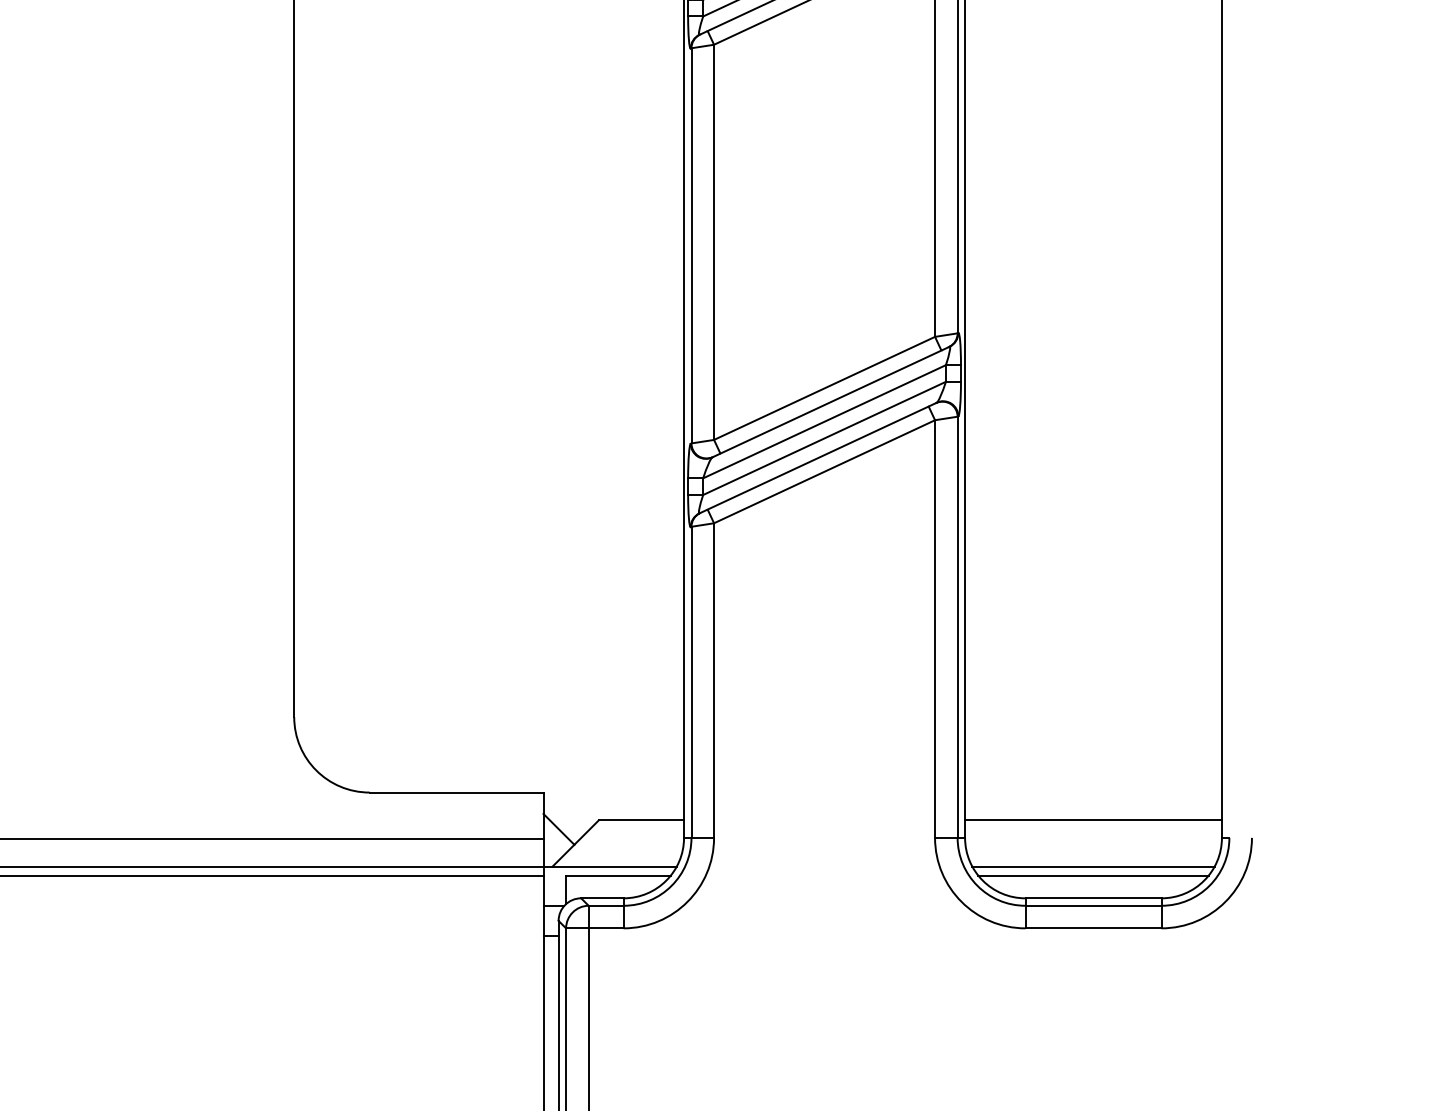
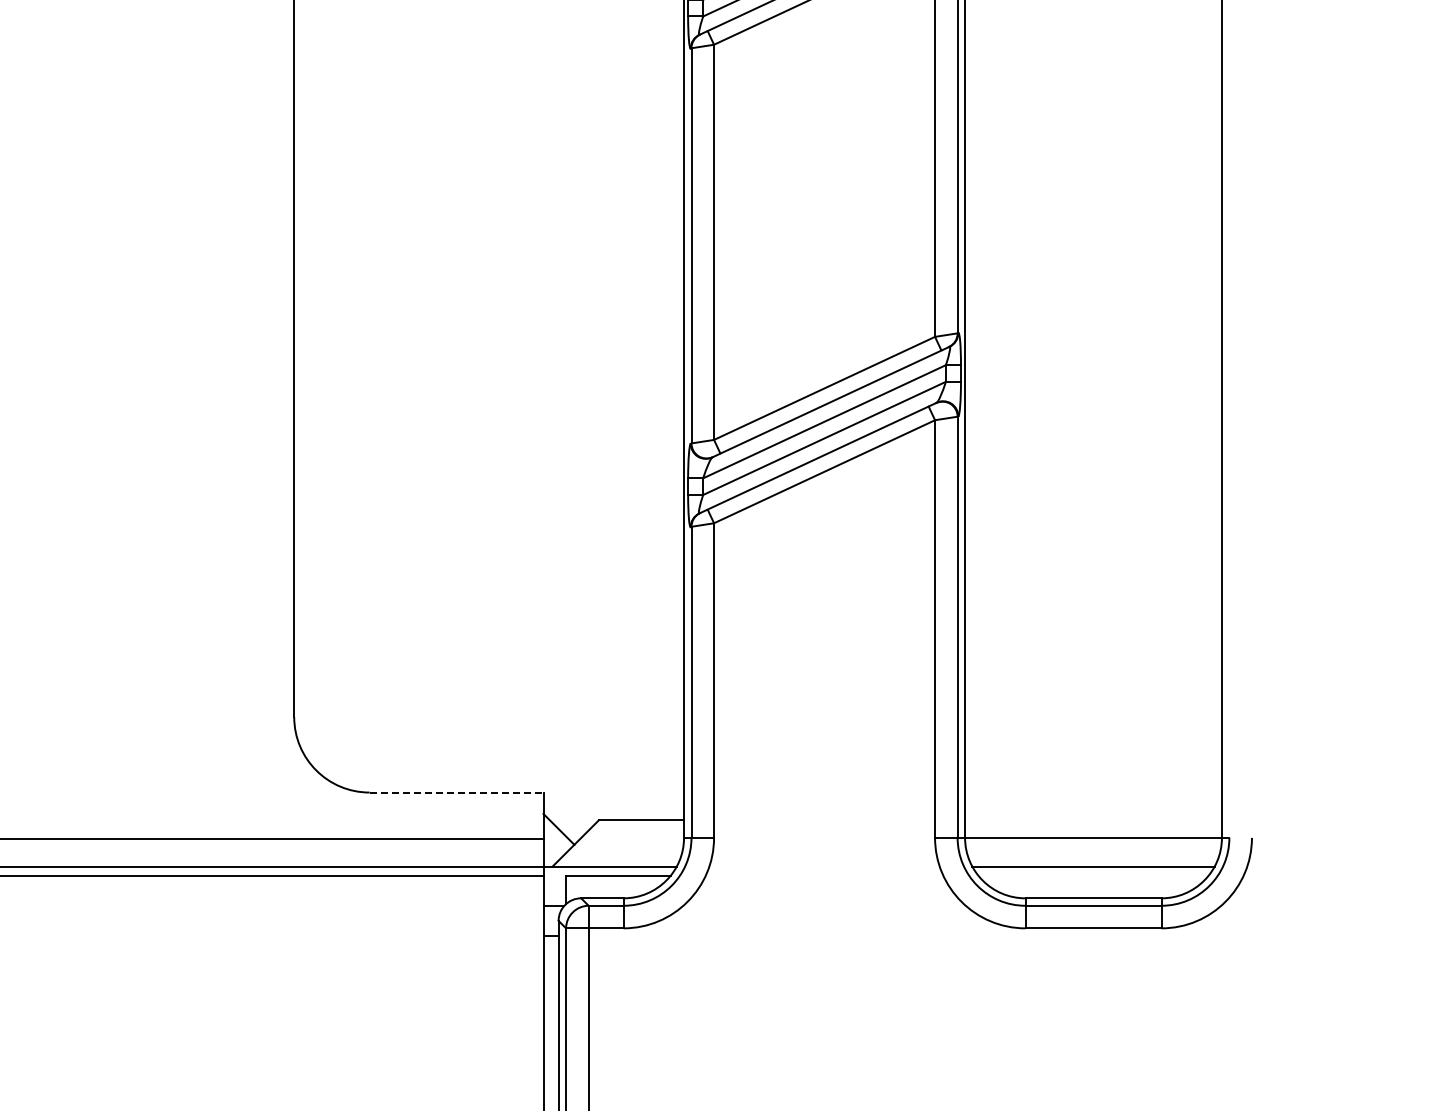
line at (456, 792): solid -> dashed
line at (1093, 820) position: (1093, 820) -> (1093, 838)
line at (1093, 875): present -> none
